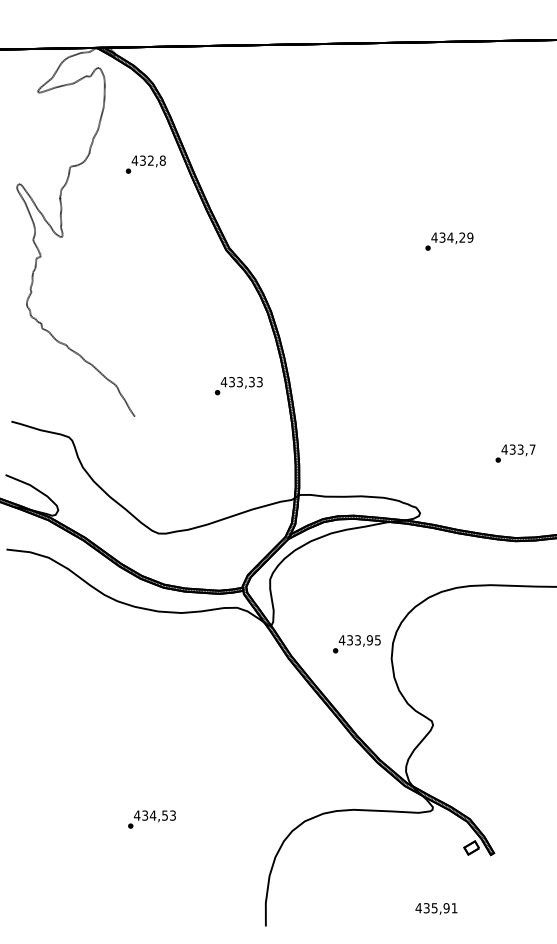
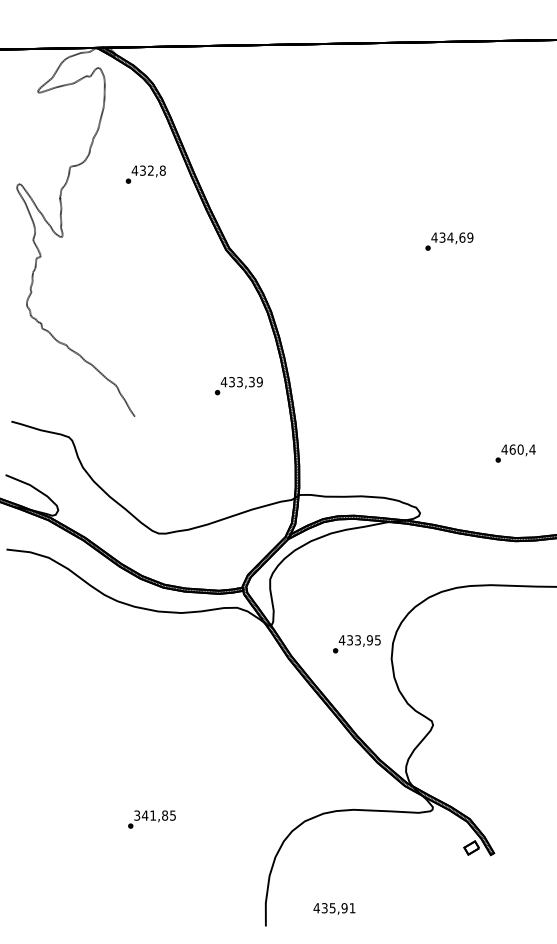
text at (145, 164) position: (145, 164) -> (145, 174)
text at (462, 237): 434,29 -> 434,69
text at (259, 382): 433,33 -> 433,39
text at (522, 449): 433,7 -> 460,4
text at (154, 815): 434,53 -> 341,85
text at (436, 908) position: (436, 908) -> (334, 908)
